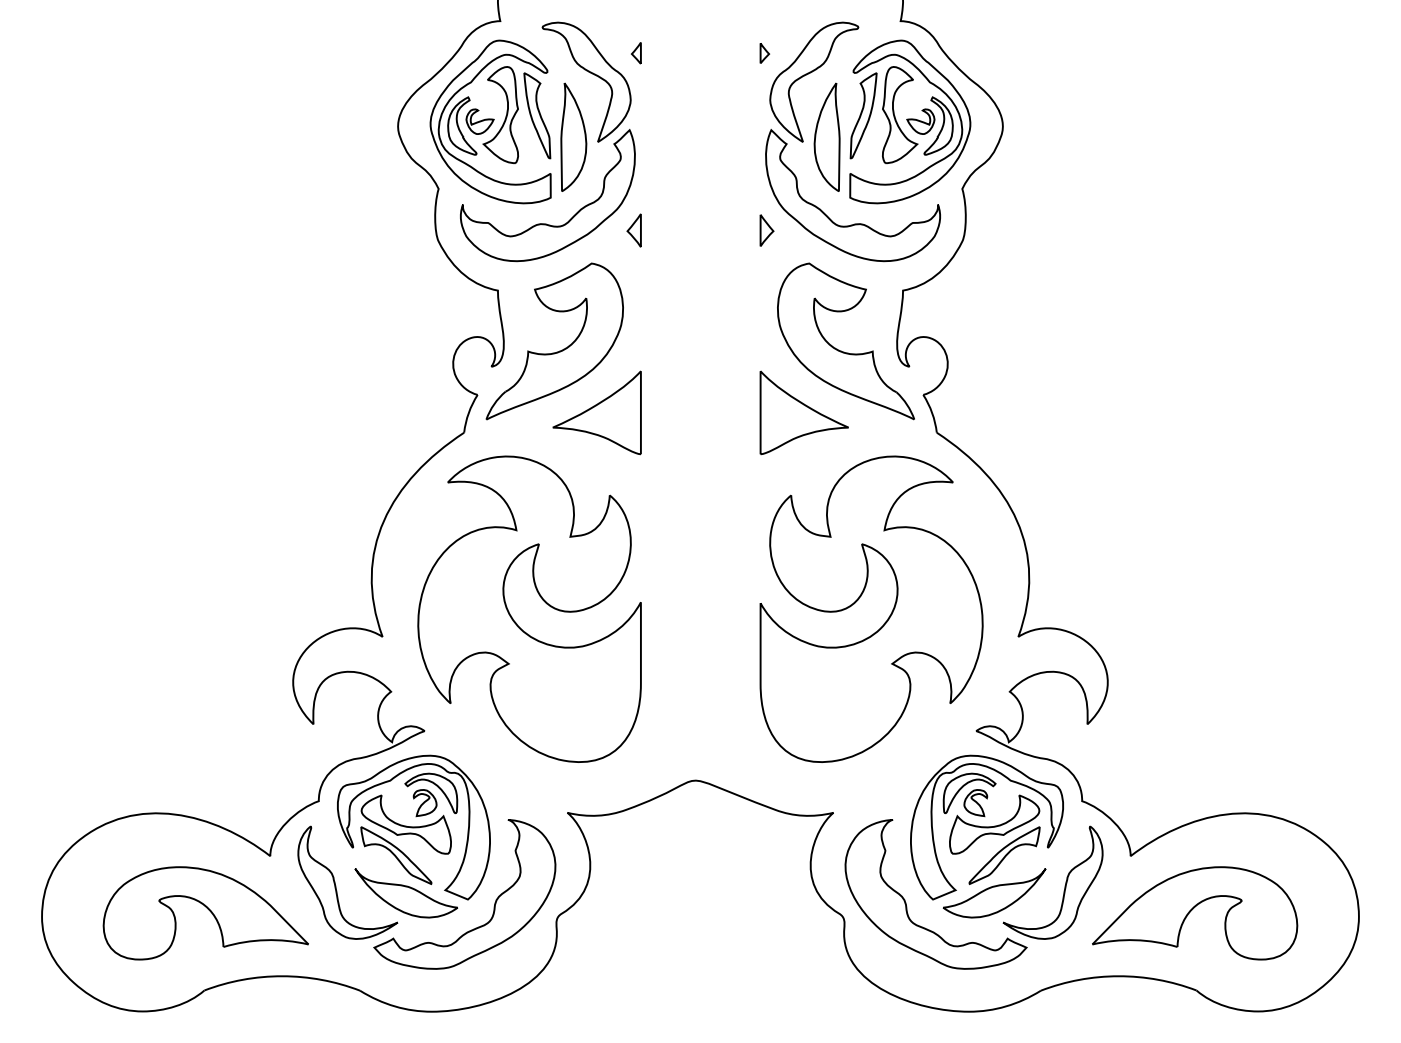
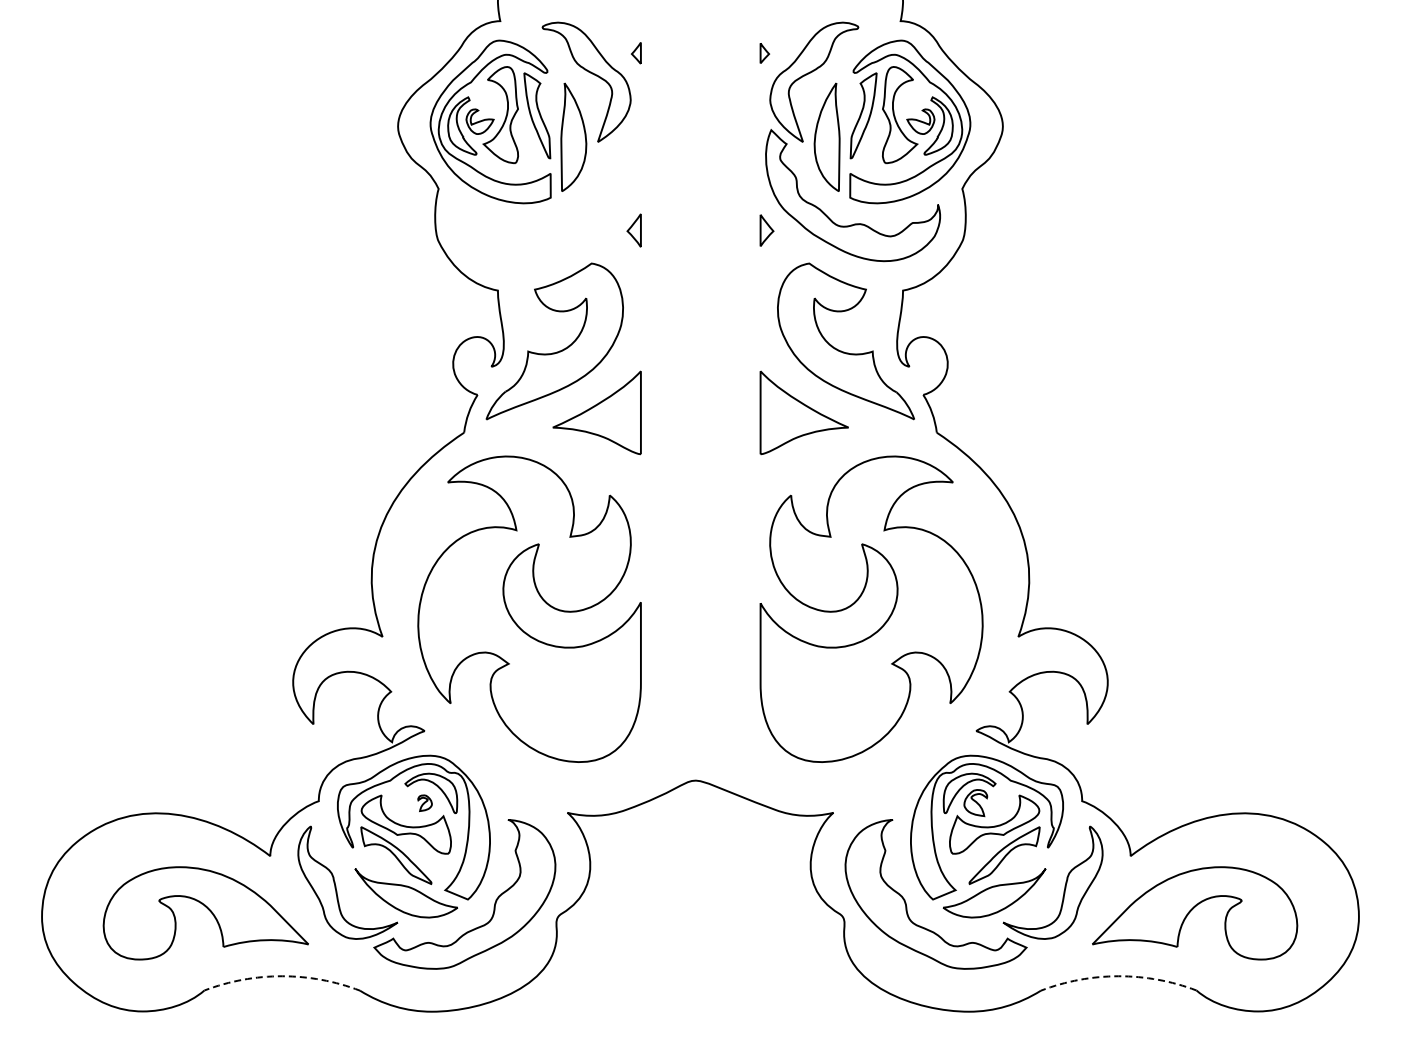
part at (546, 223): present -> none
part at (424, 803) size: 26x29 px -> 16x18 px
arc at (282, 976): solid -> dashed
arc at (1118, 976): solid -> dashed
